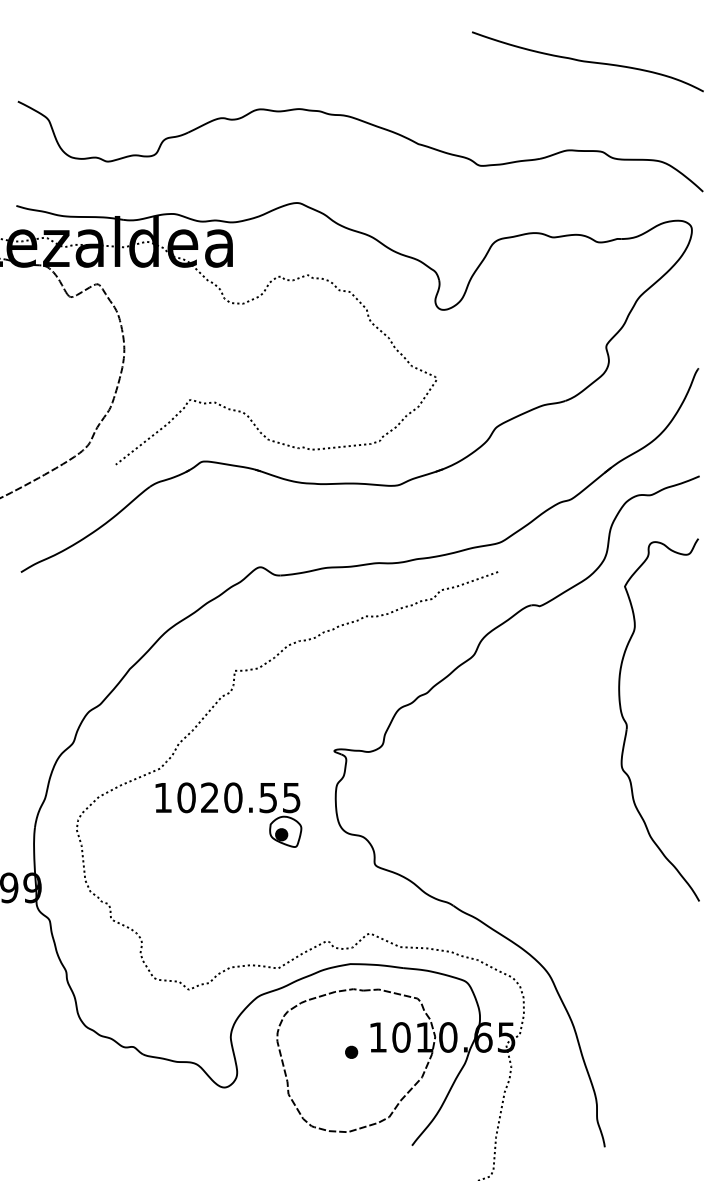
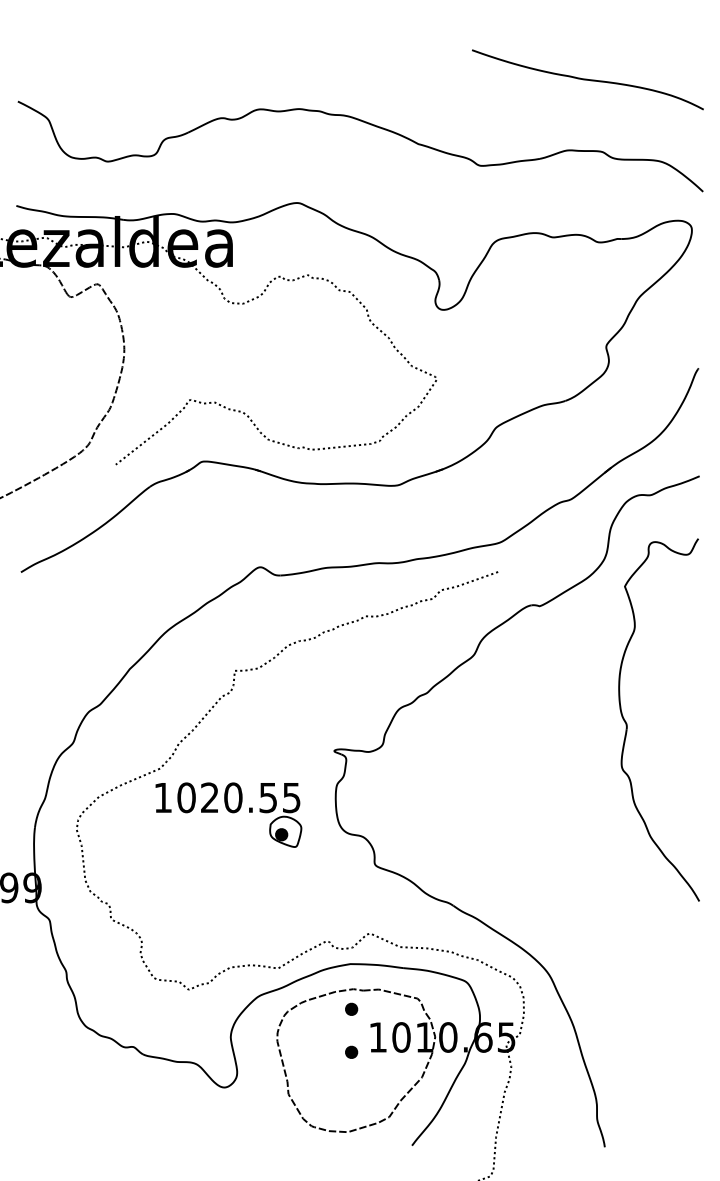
curve at (587, 61) position: (587, 61) -> (587, 79)
part at (351, 1008): none -> present
